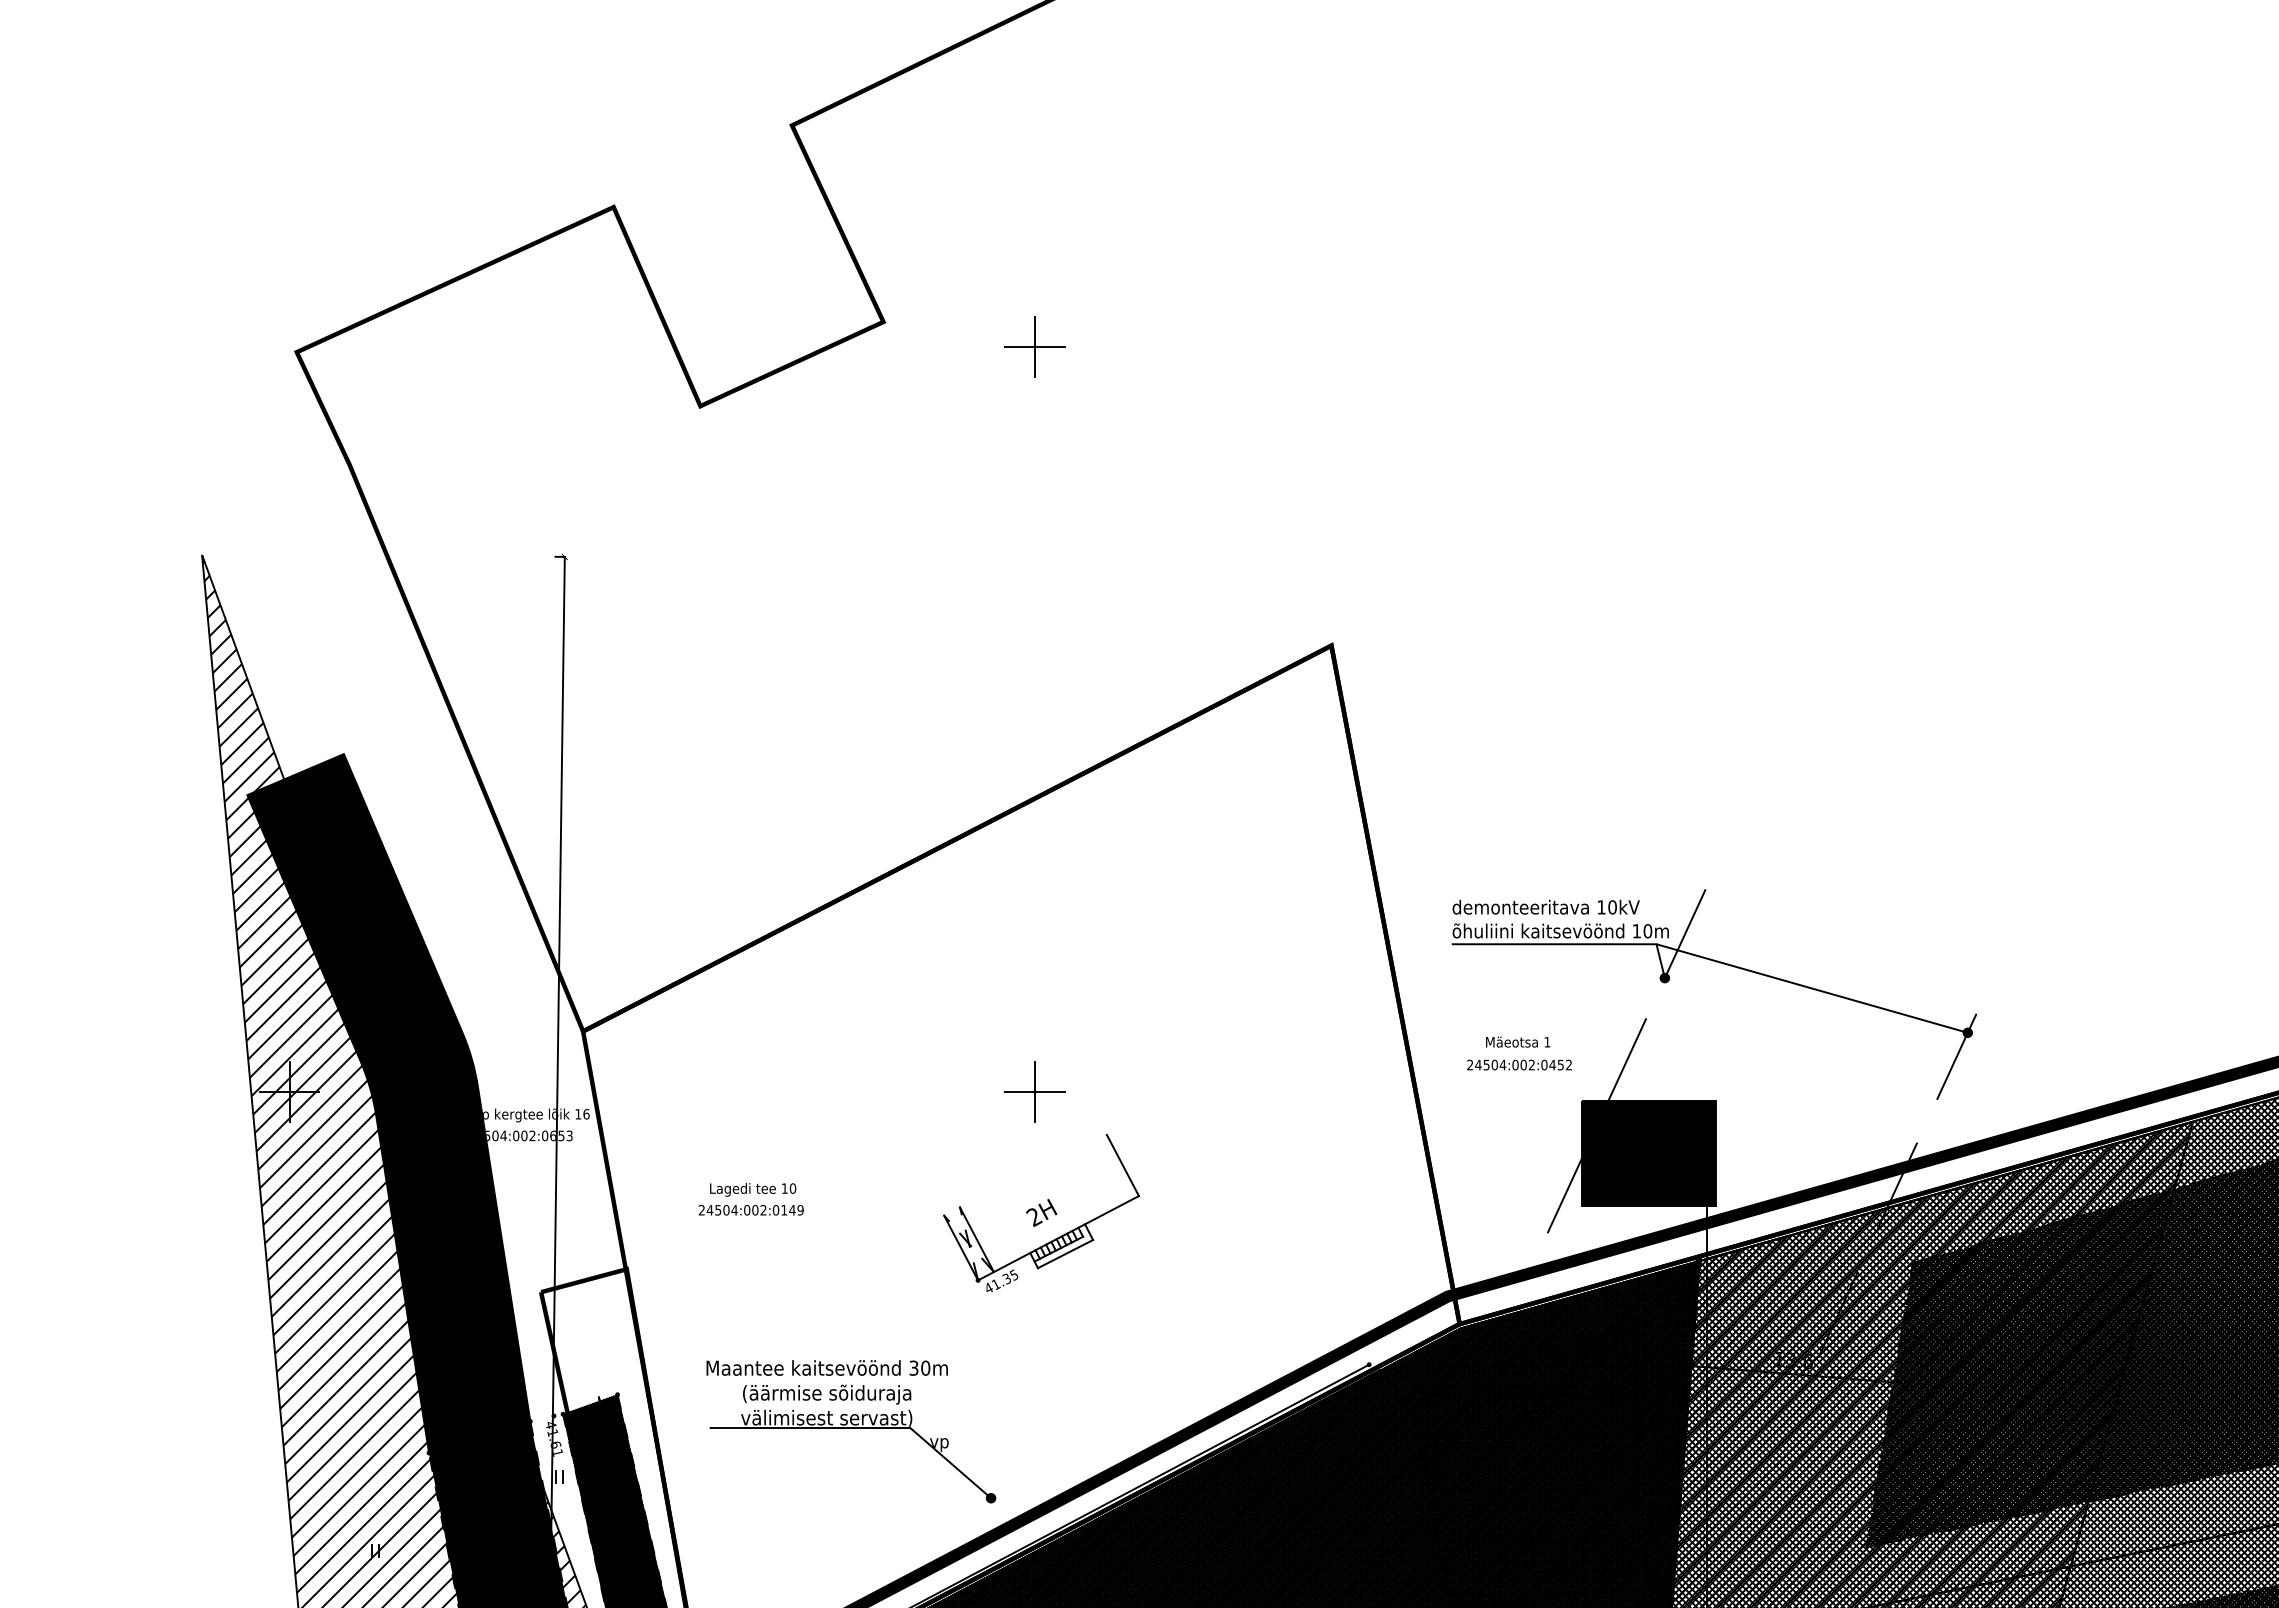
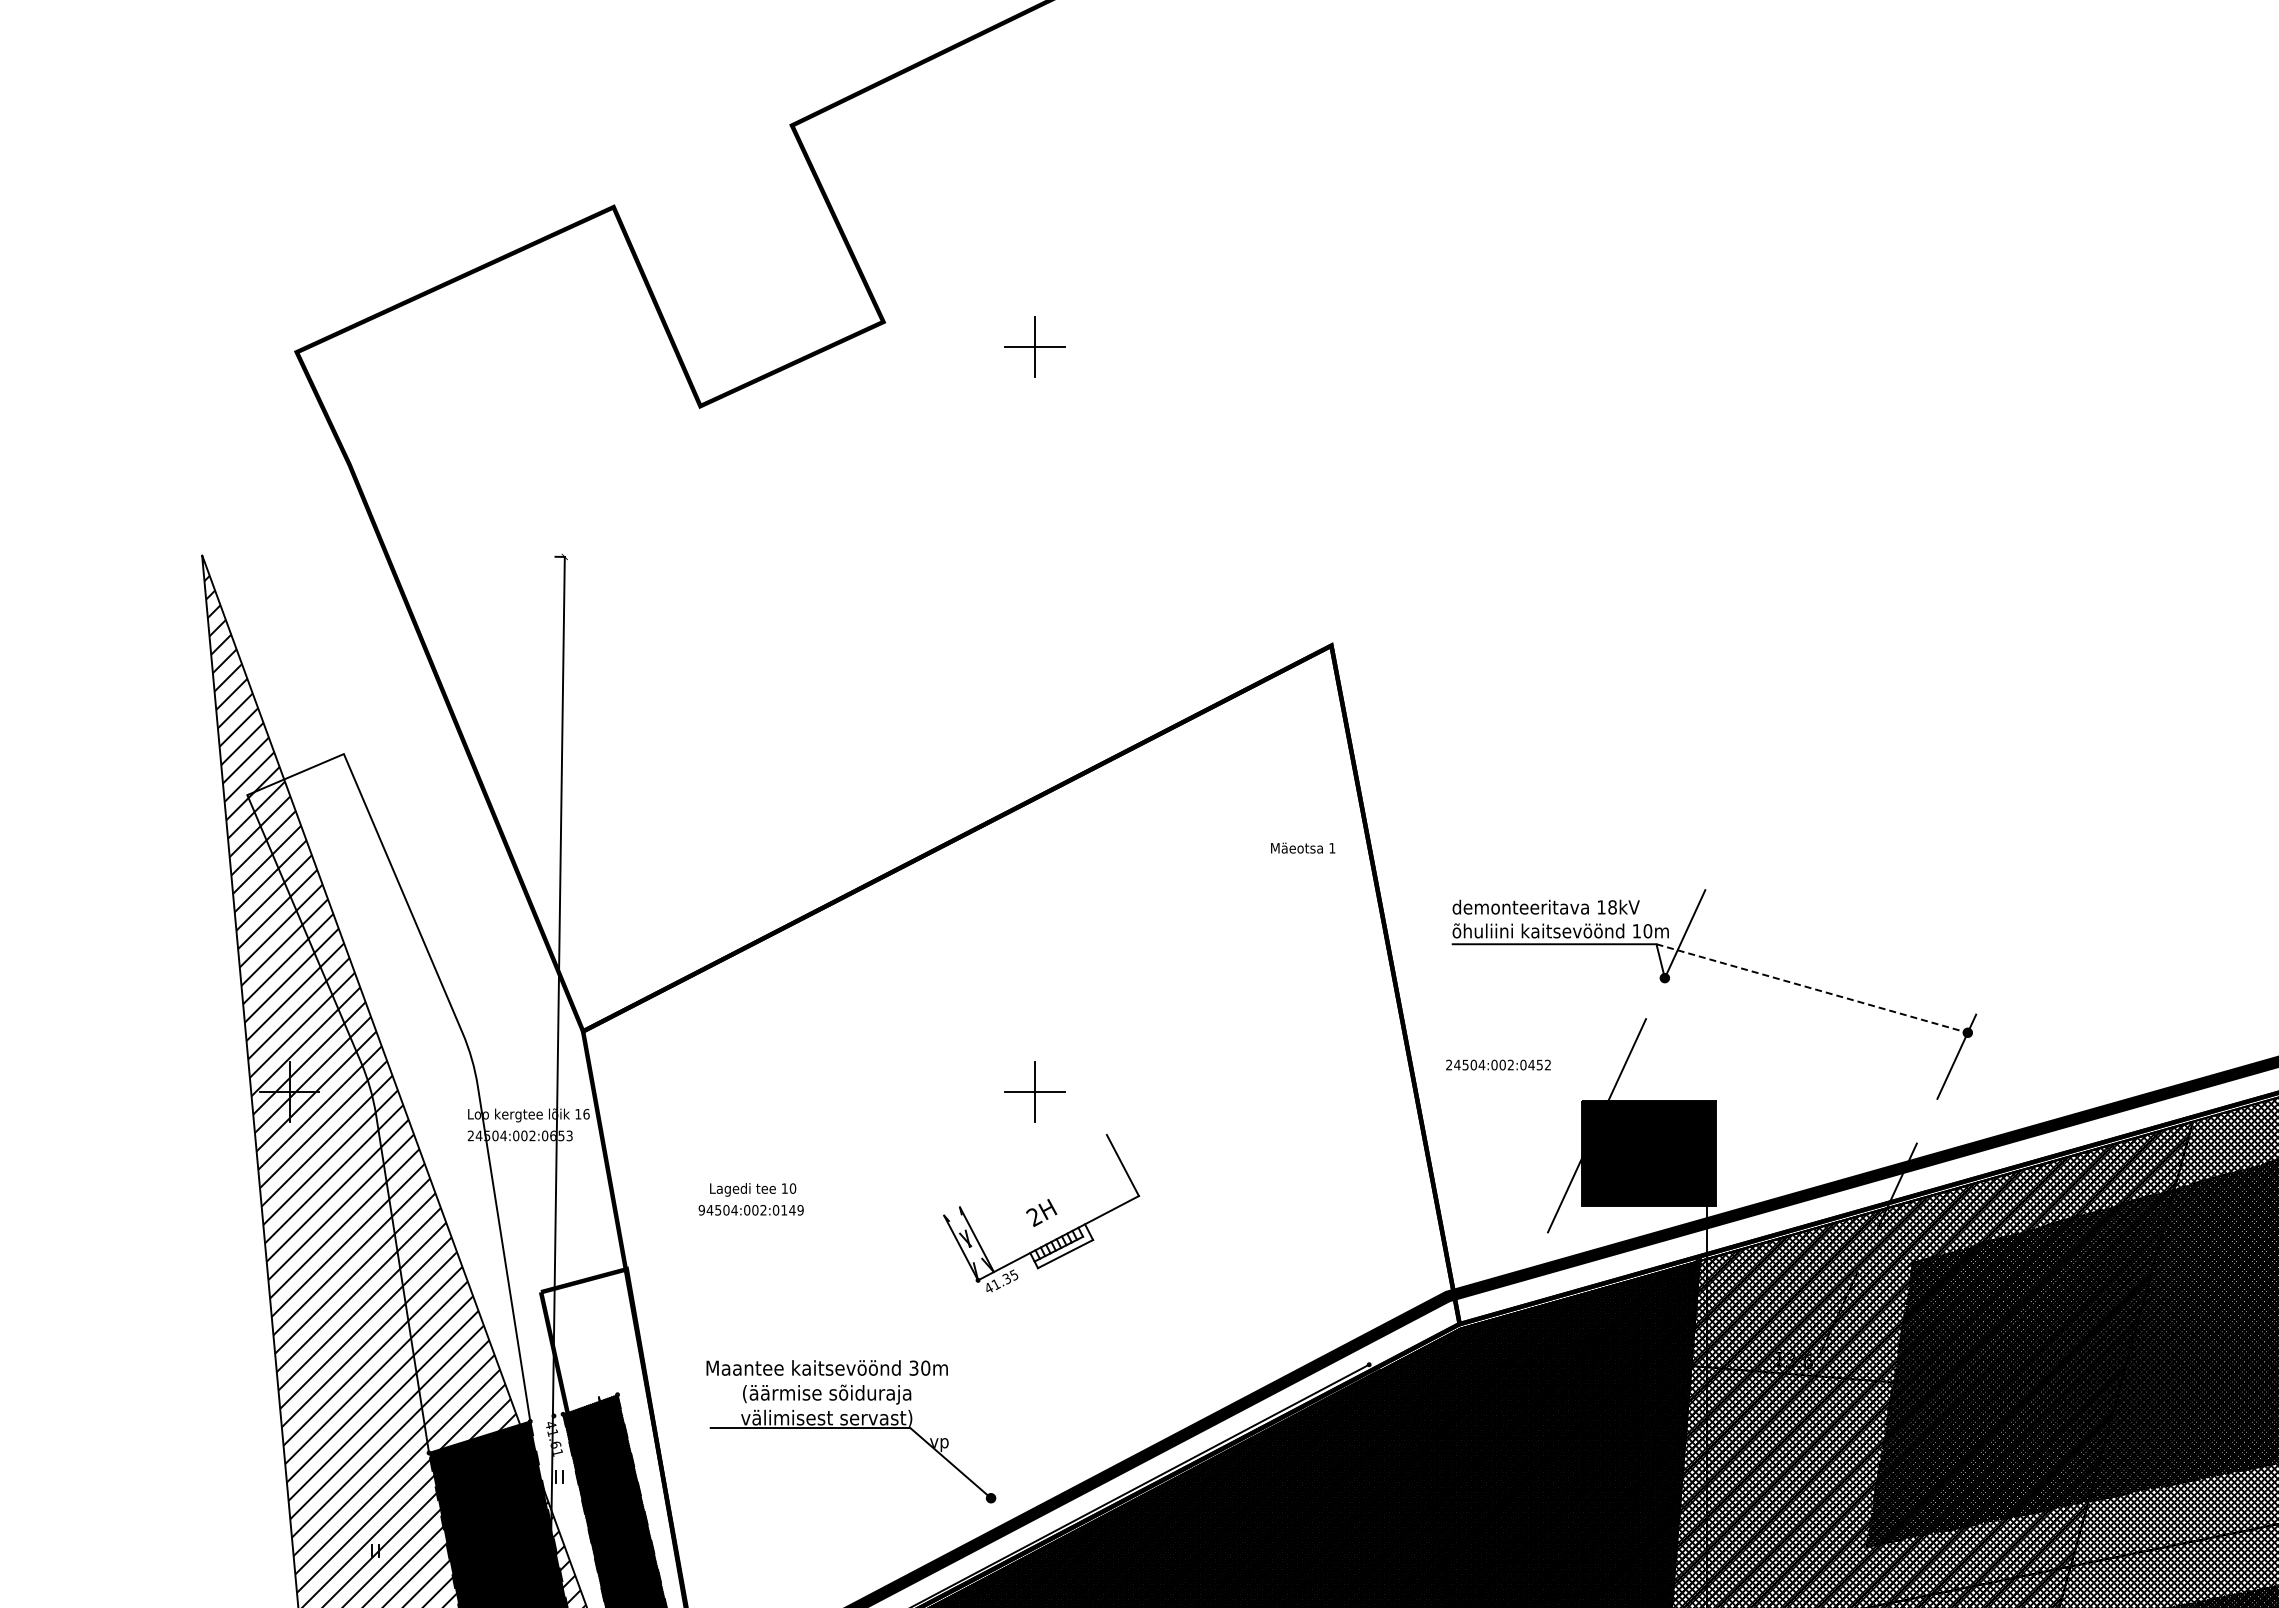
text at (1612, 907): 10kV -> 18kV
line at (1812, 988): solid -> dashed
text at (1518, 1041) position: (1518, 1041) -> (1303, 847)
text at (1519, 1064) position: (1519, 1064) -> (1498, 1064)
fill at (388, 1103): present -> none
text at (701, 1210): 24504:002:0149 -> 94504:002:0149
